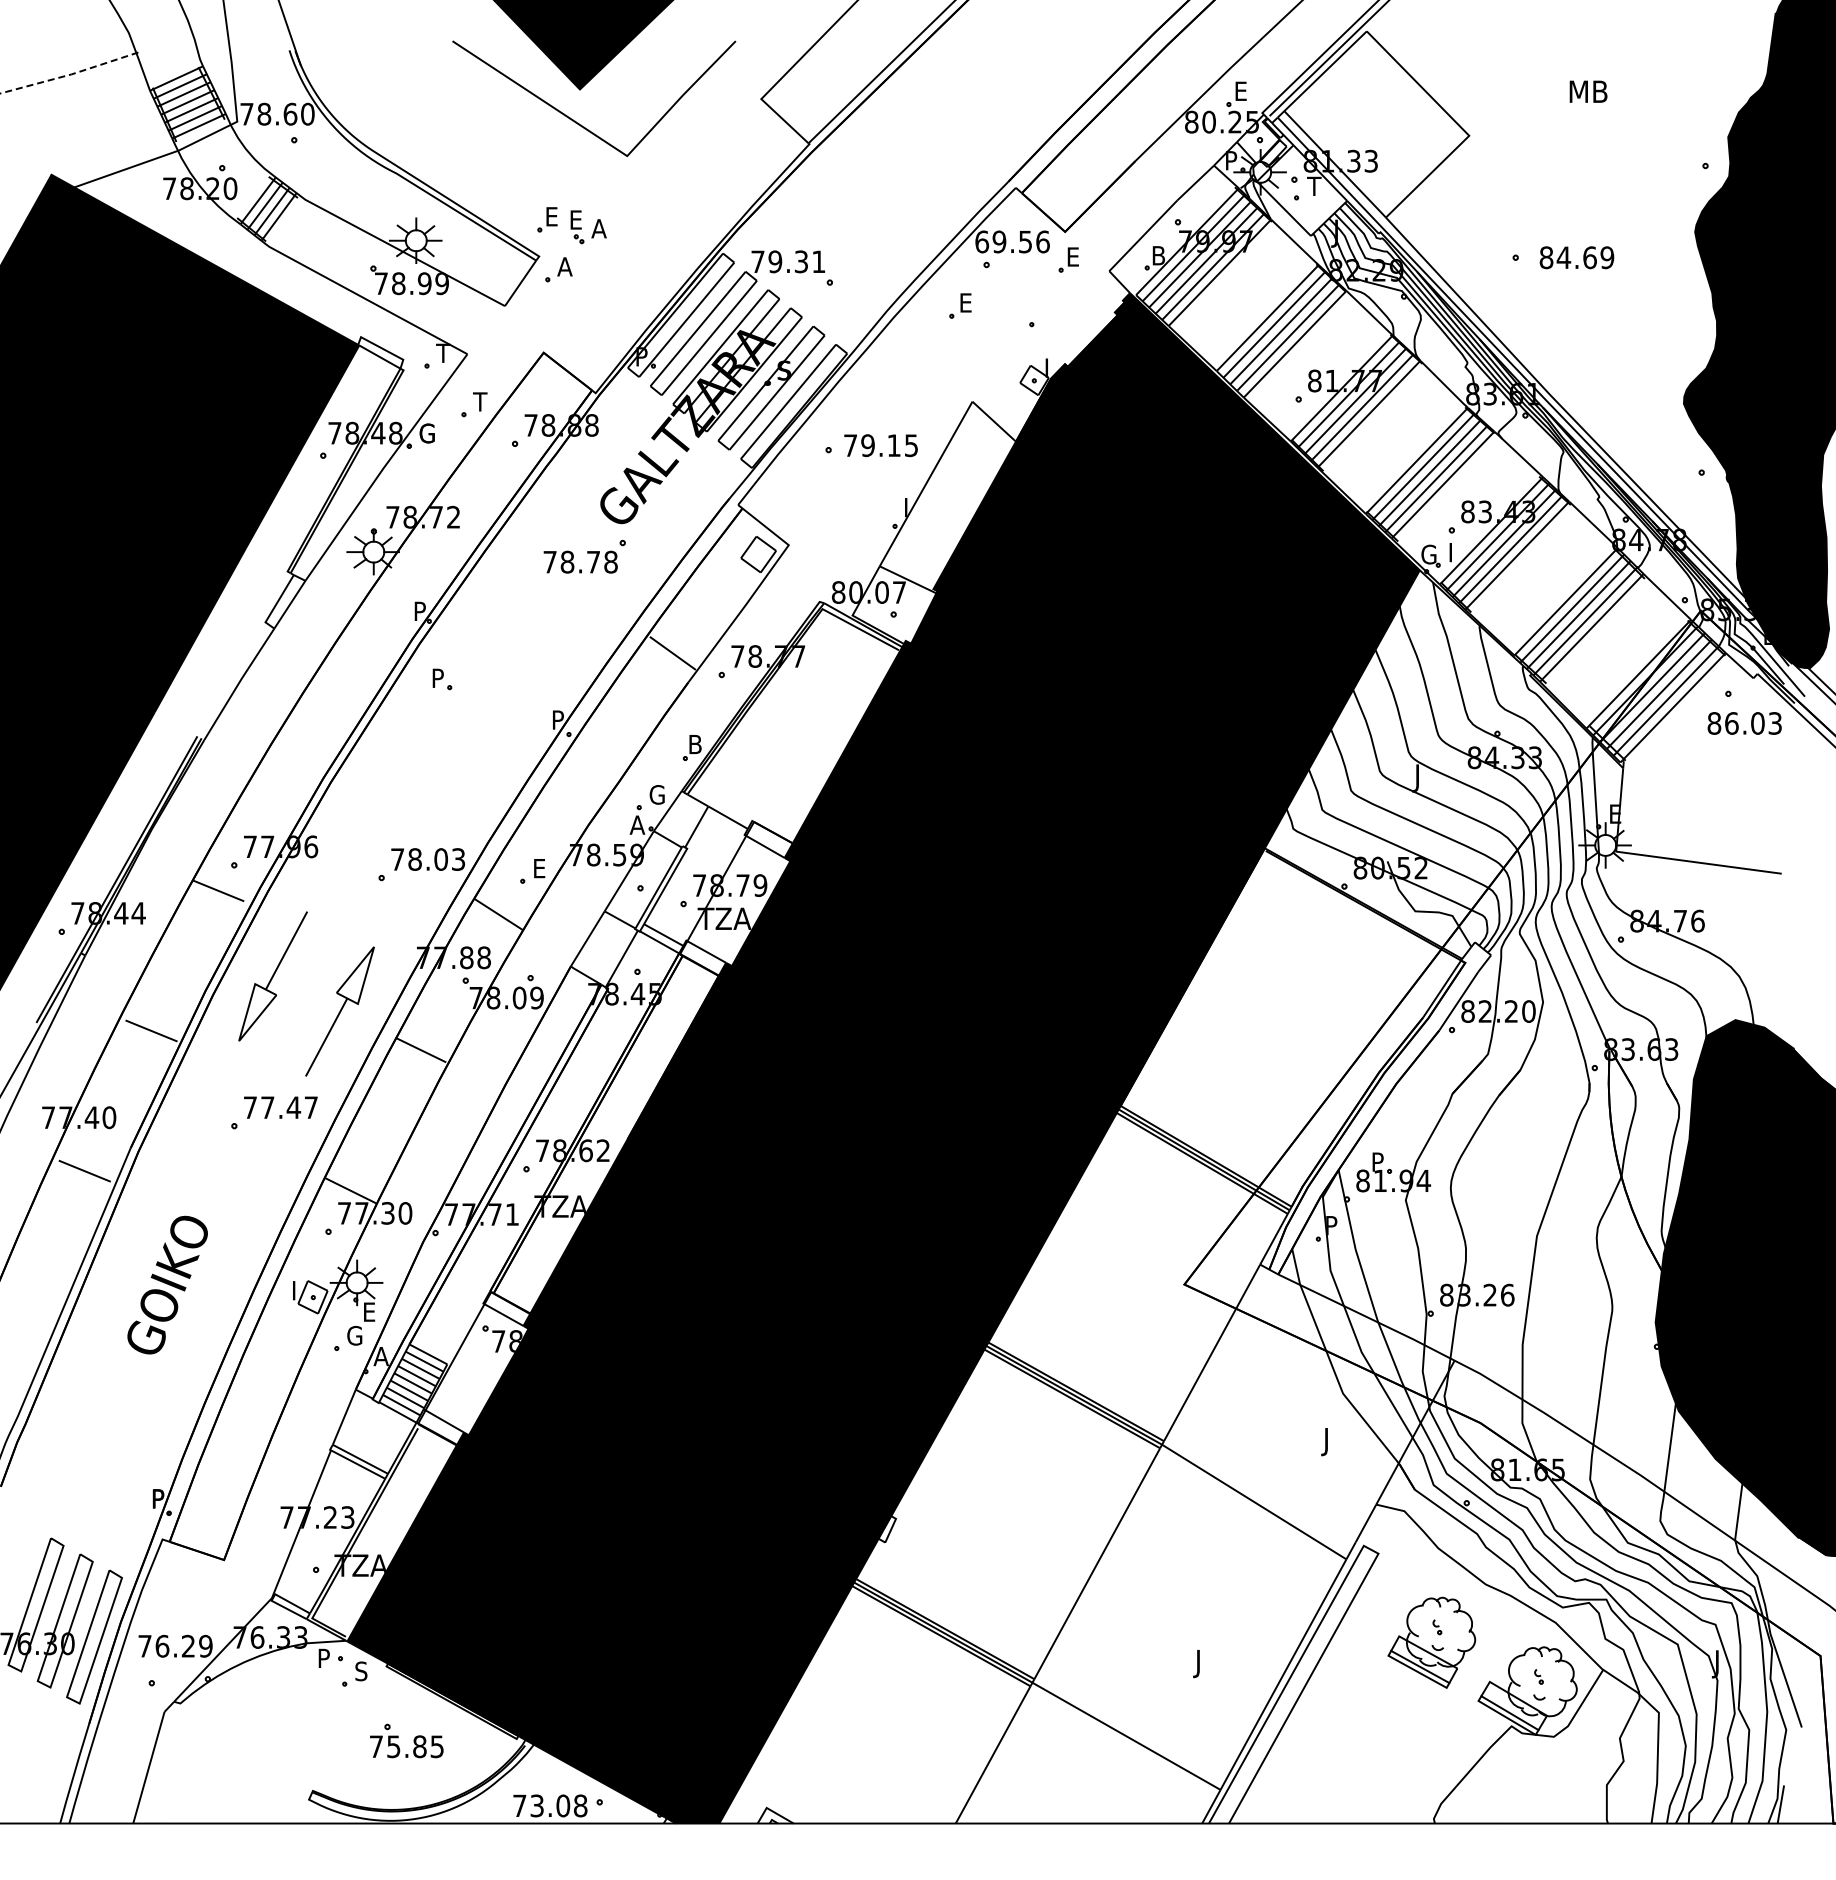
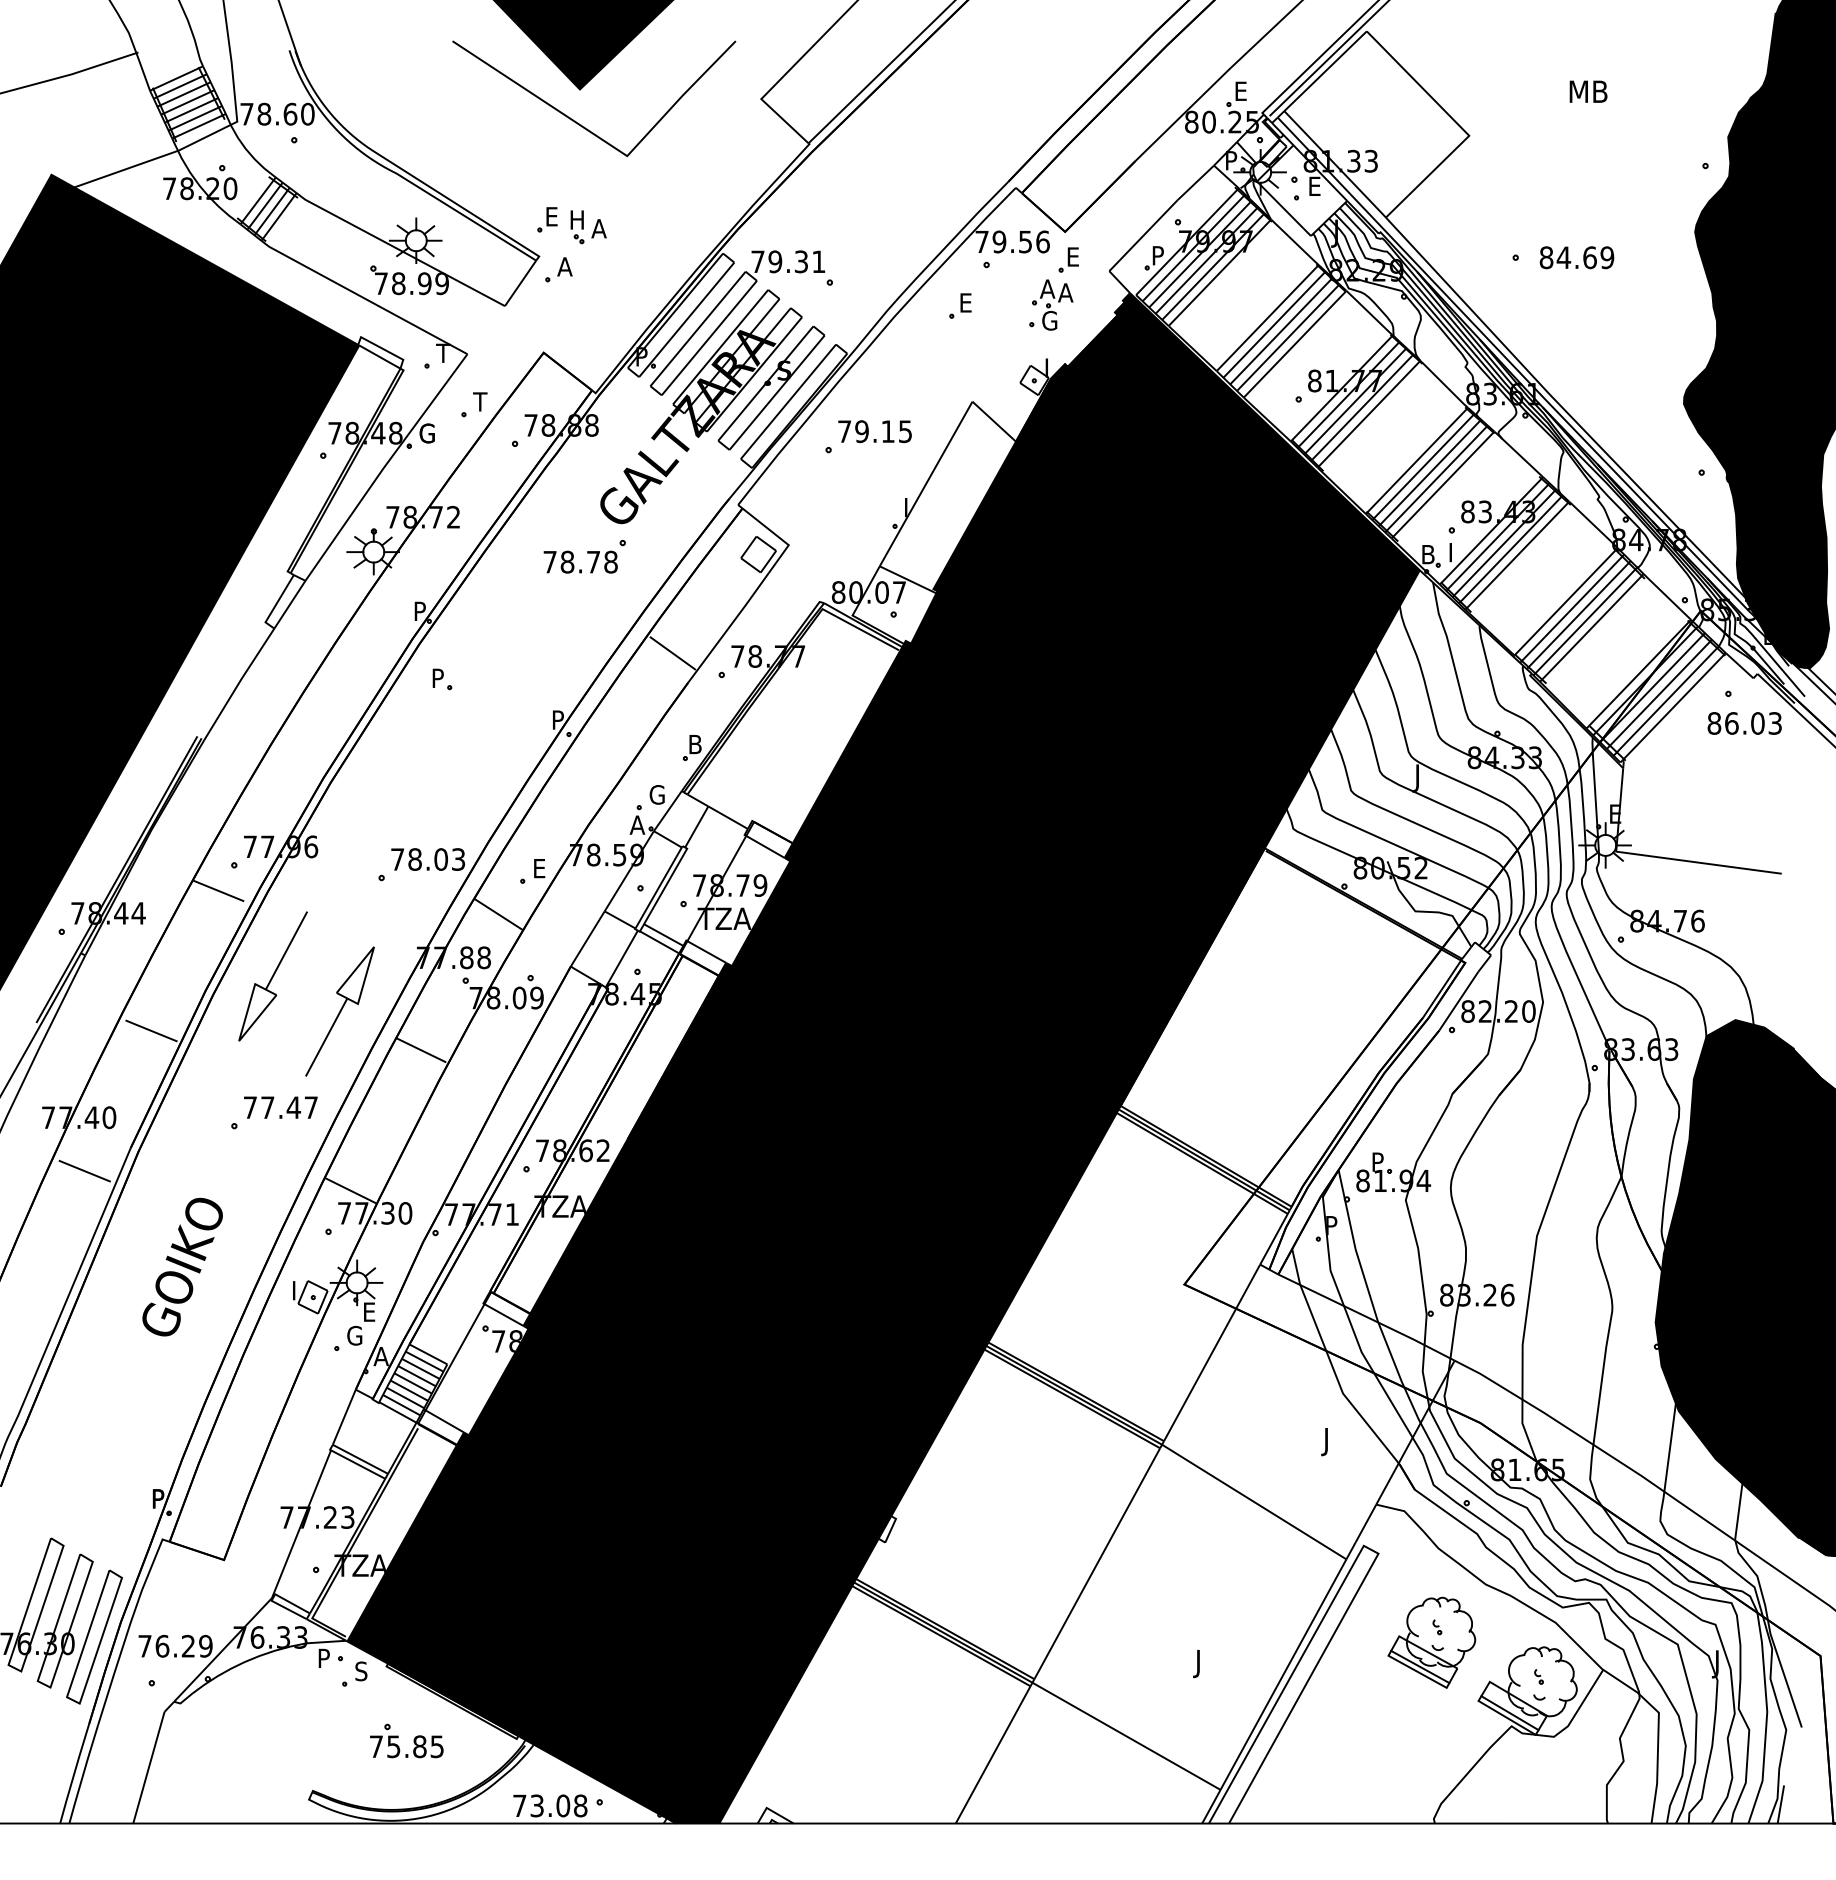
line at (70, 74): dashed -> solid
text at (1314, 185): T -> E
text at (578, 219): E -> H
text at (982, 241): 69.56 -> 79.56
text at (1159, 255): B -> P
part at (1052, 304): none -> present
text at (880, 445) position: (880, 445) -> (874, 431)
text at (1428, 554): G -> B
text at (167, 1284) position: (167, 1284) -> (182, 1266)
